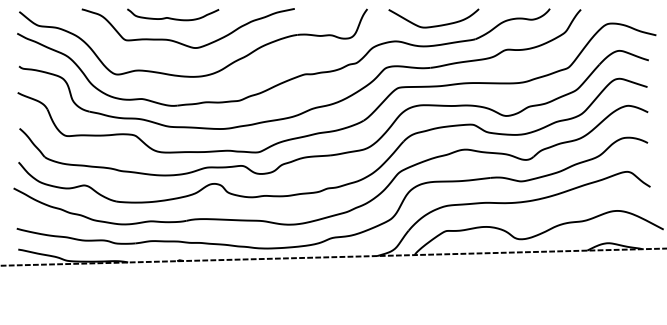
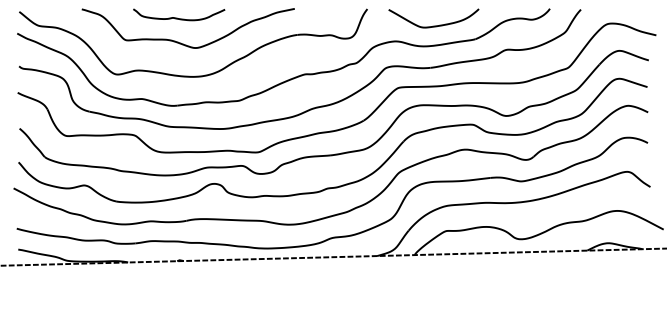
curve at (171, 17) position: (171, 17) -> (177, 17)
